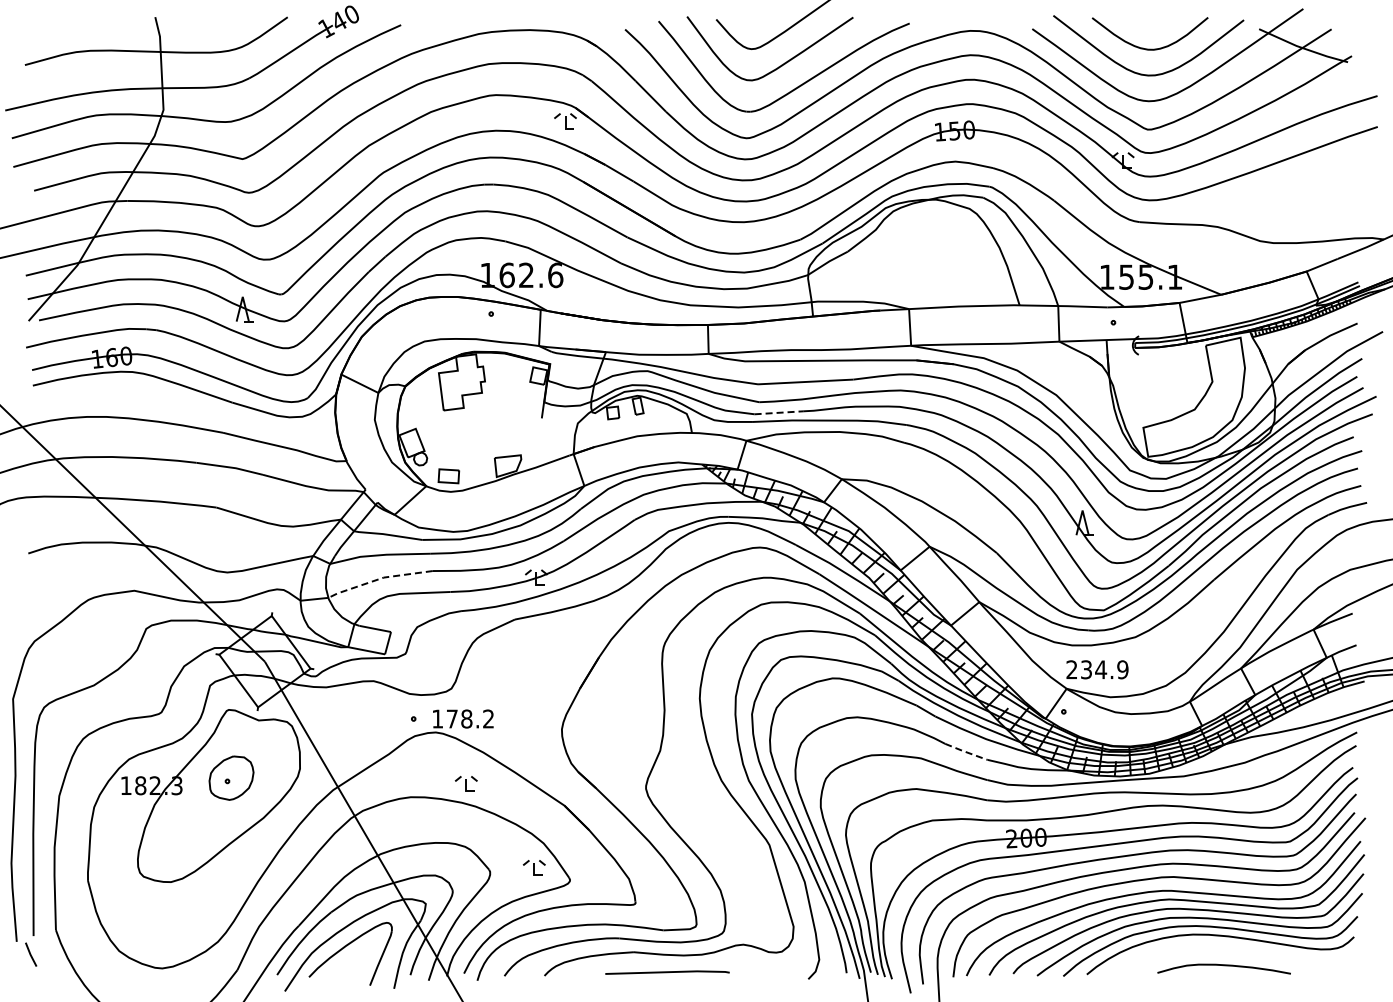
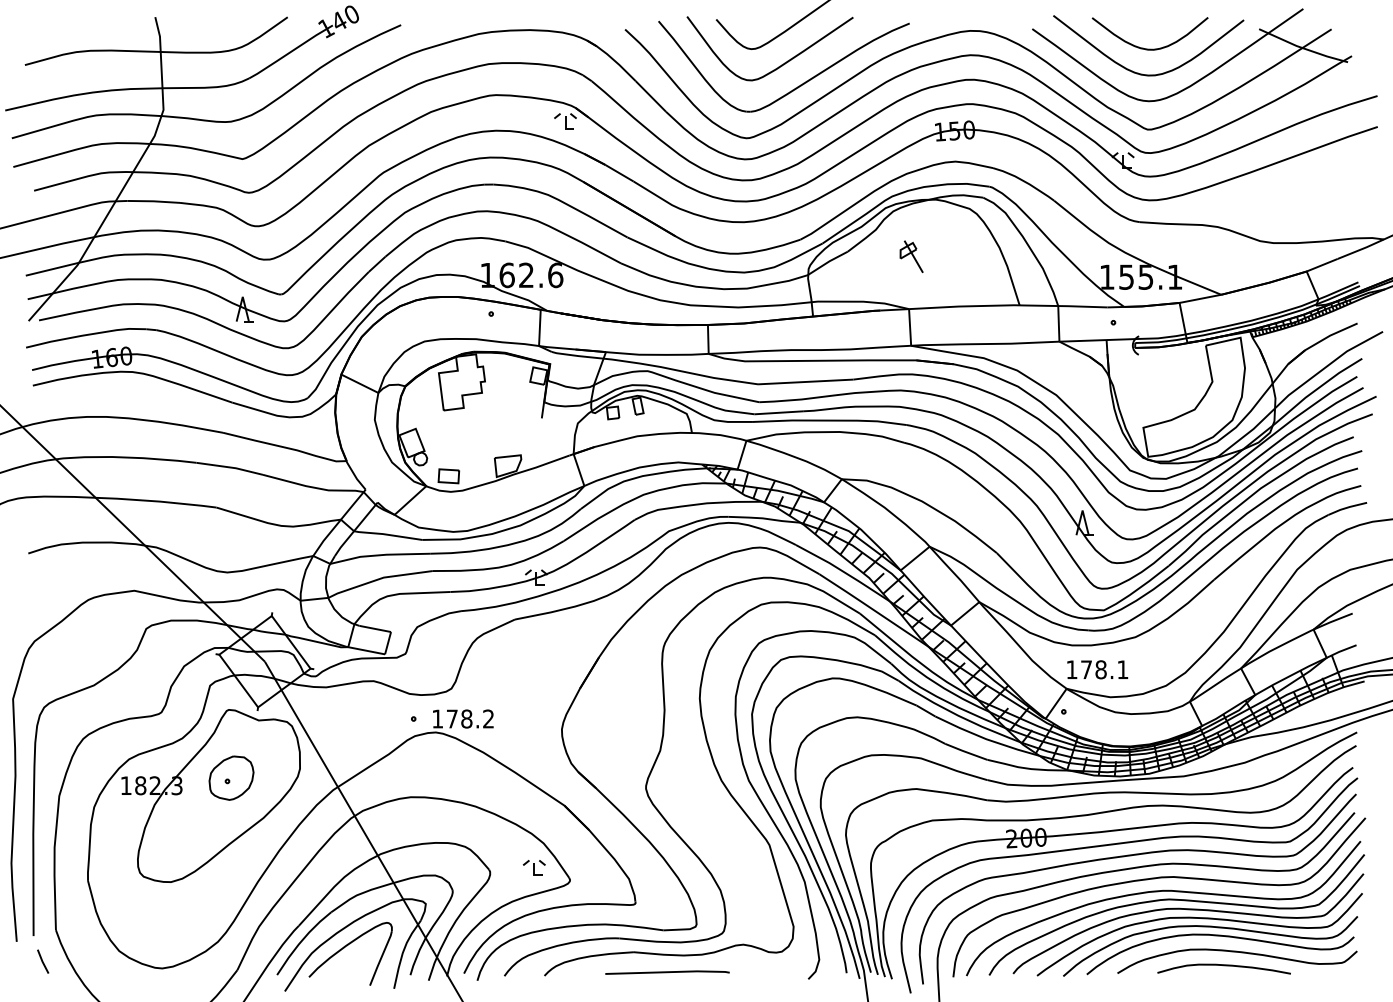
part at (911, 256): none -> present
line at (779, 412): dashed -> solid
line at (379, 579): dashed -> solid
text at (1097, 669): 234.9 -> 178.1
line at (967, 752): dashed -> solid
part at (465, 783): present -> none
curve at (1237, 952): none -> present
line at (31, 954) position: (31, 954) -> (43, 961)
